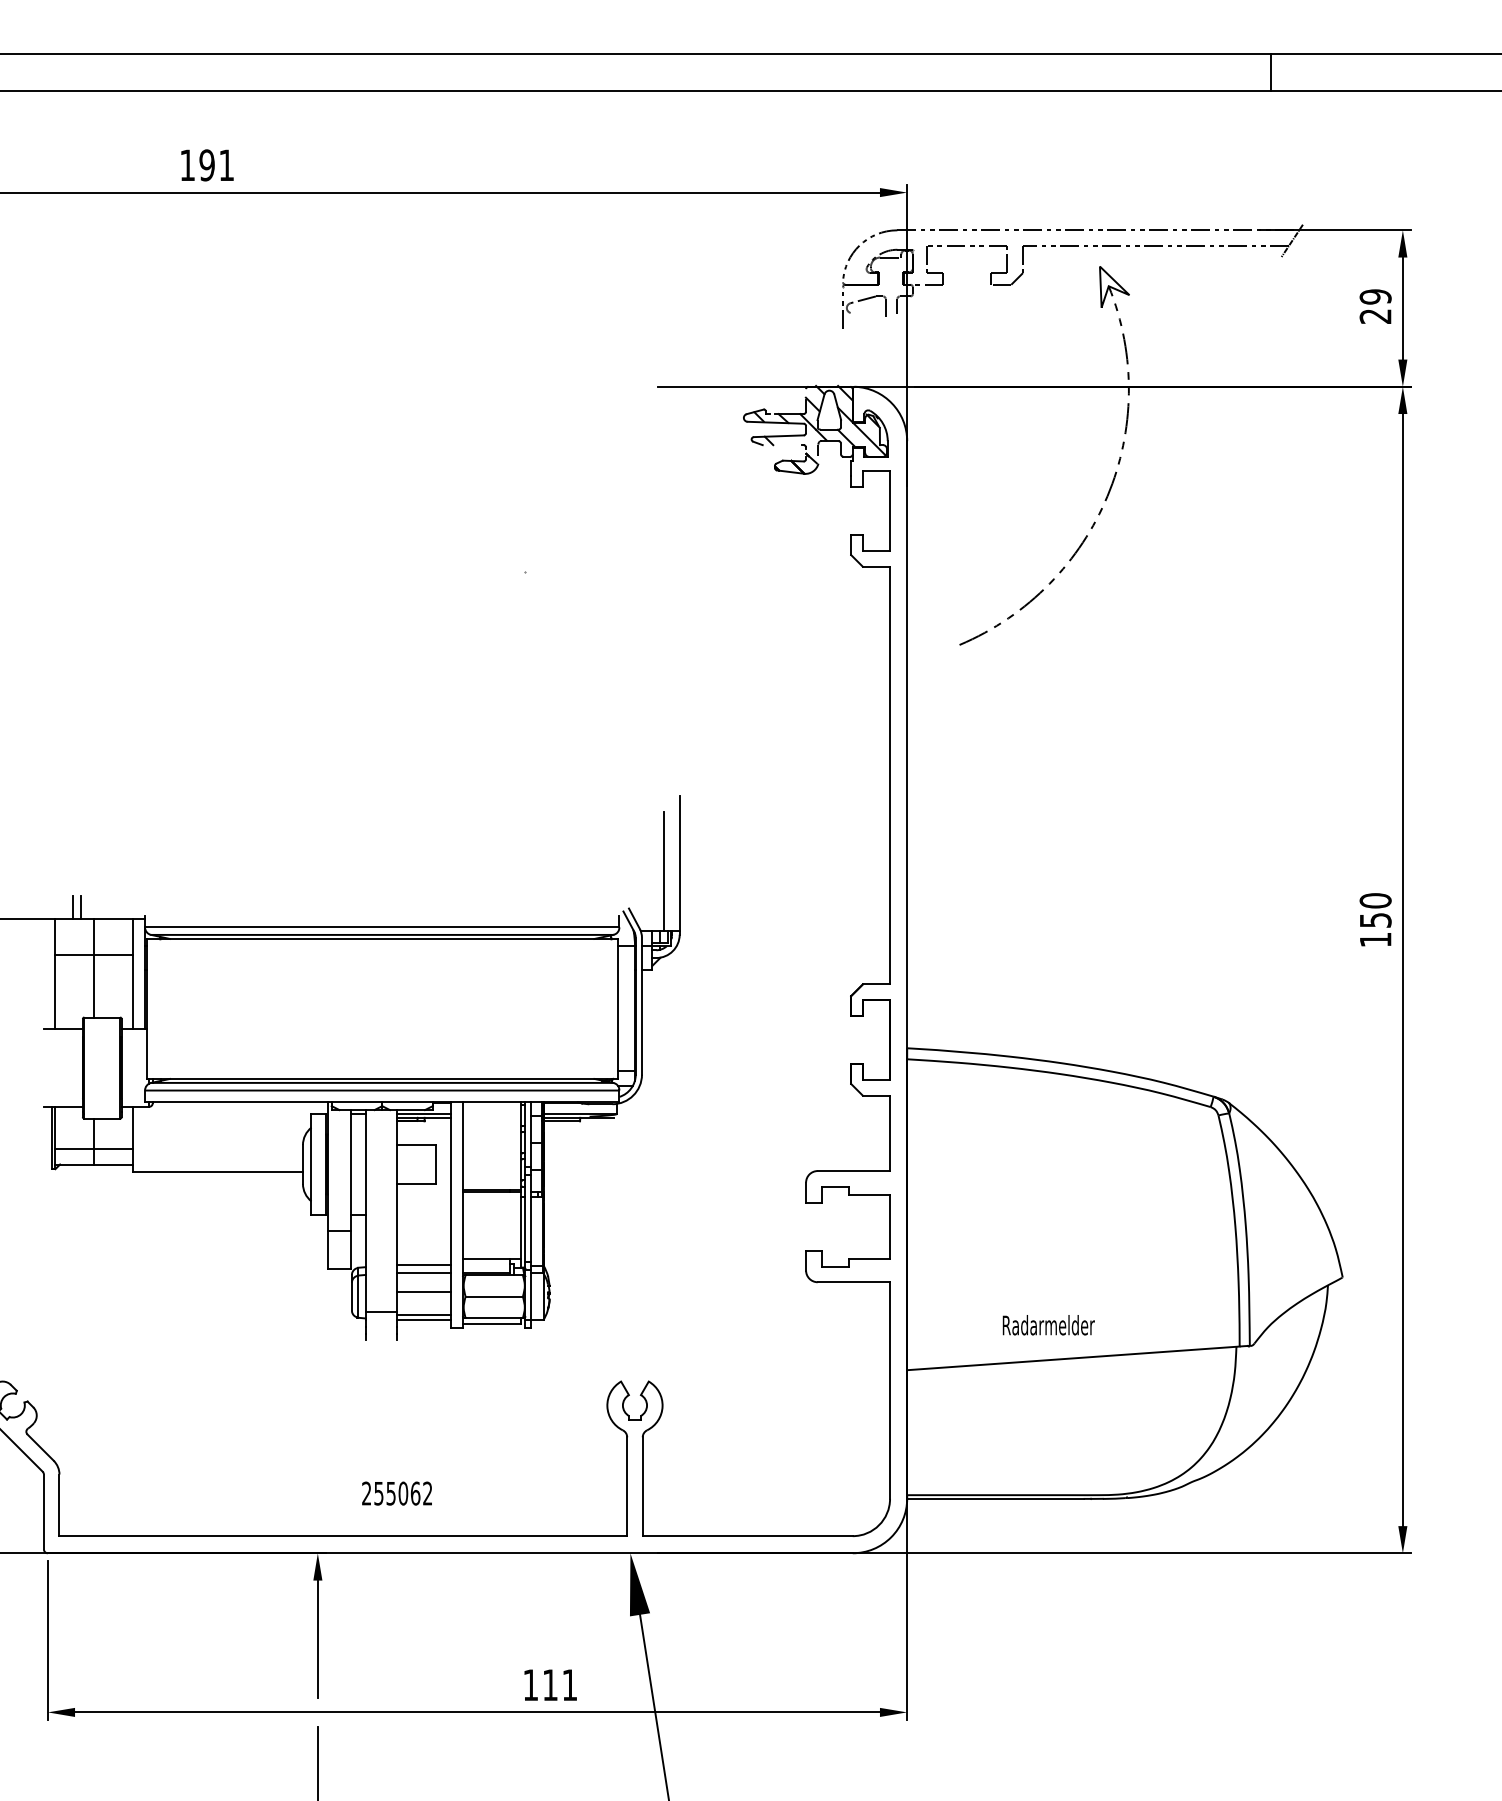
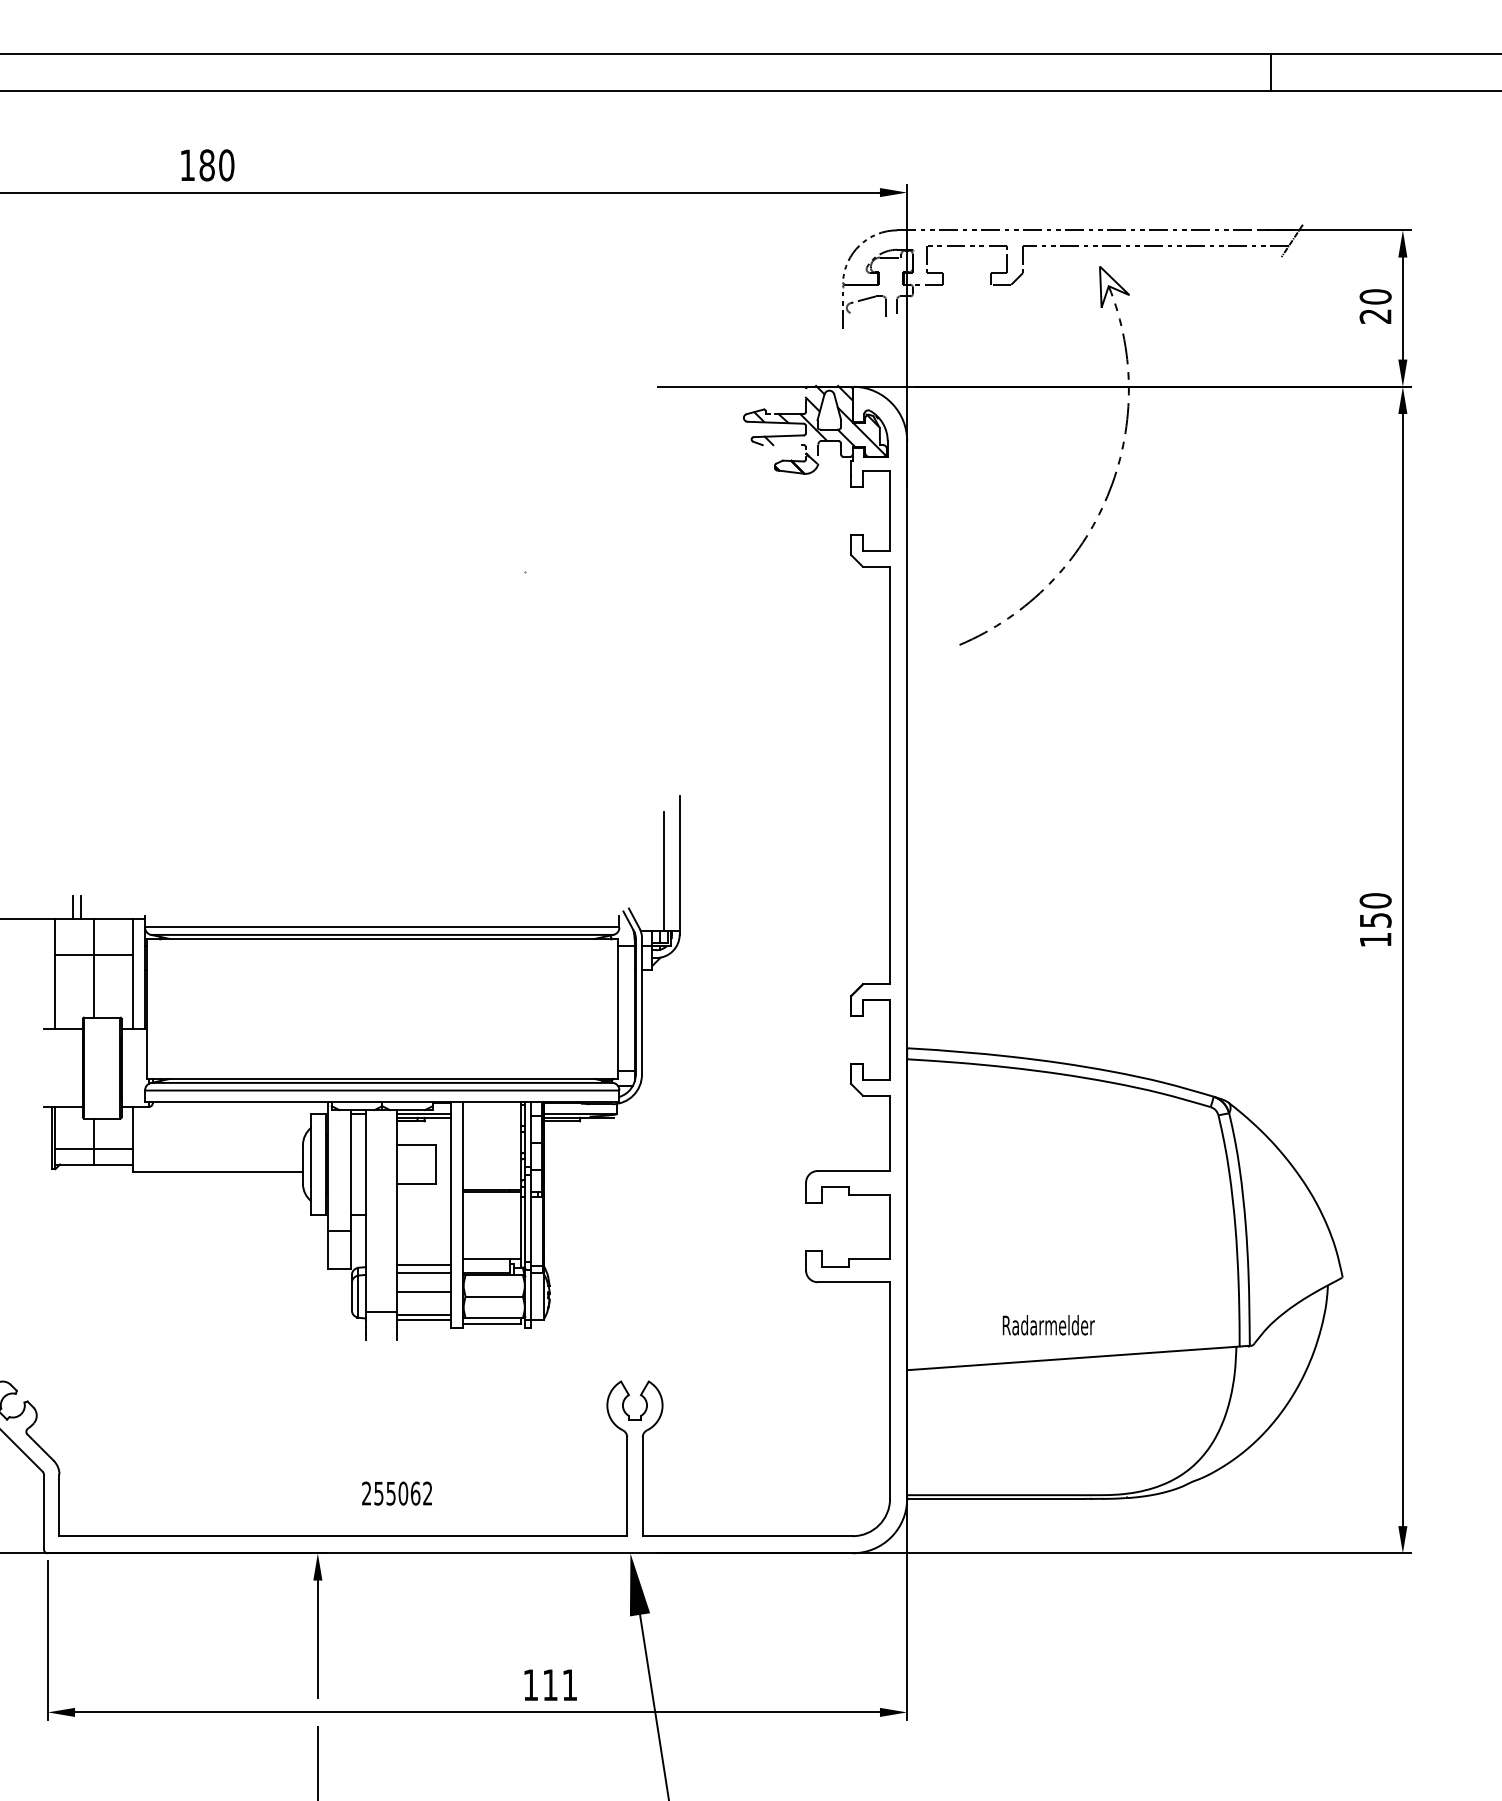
text at (216, 165): 191 -> 180
text at (1375, 296): 29 -> 20
